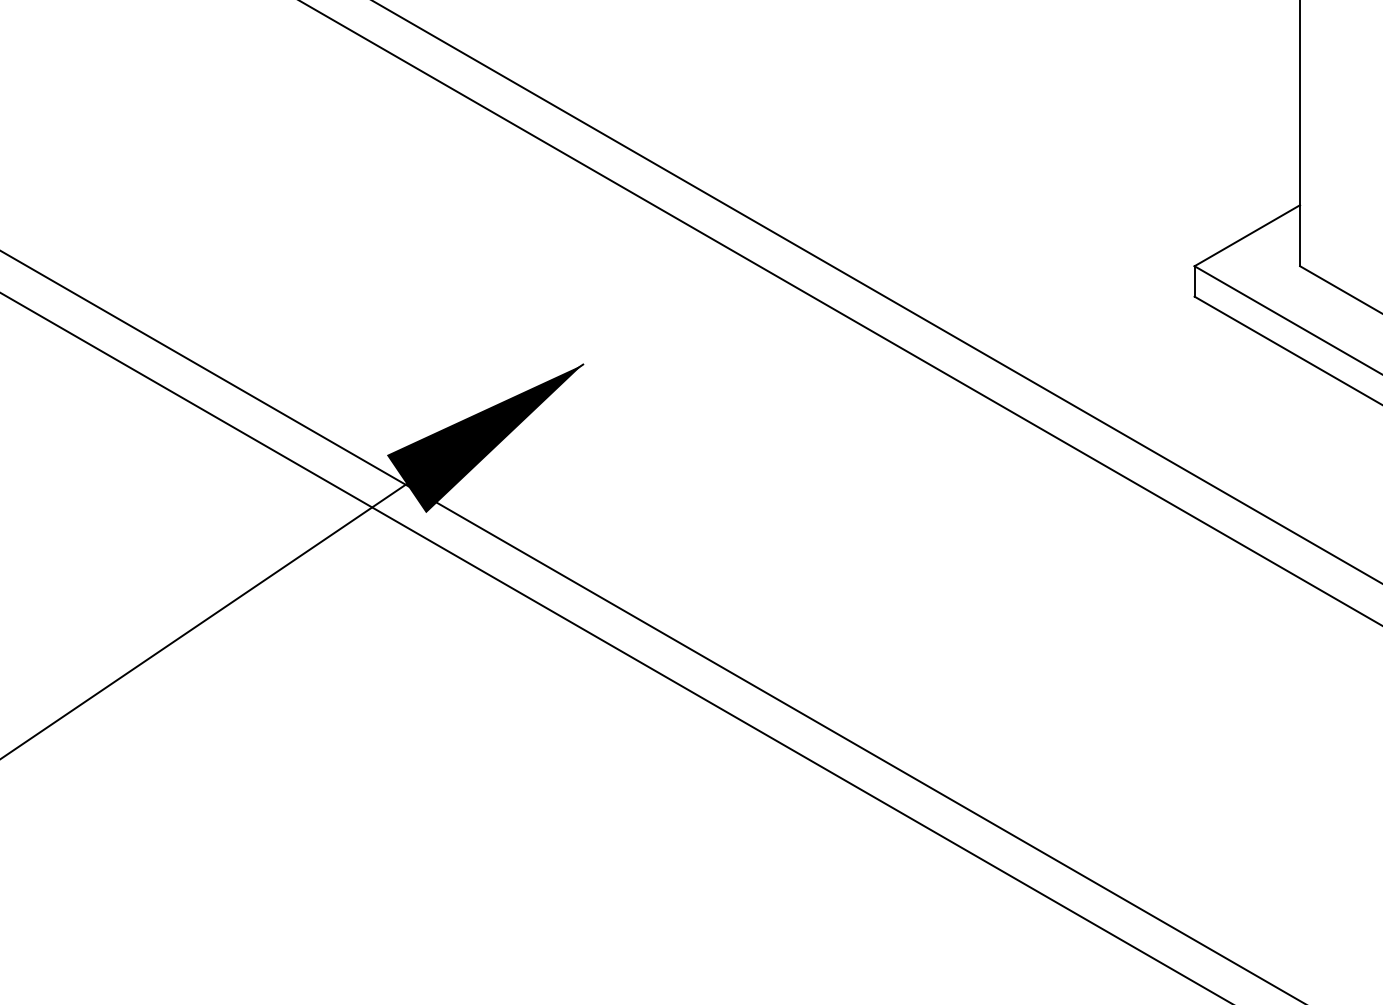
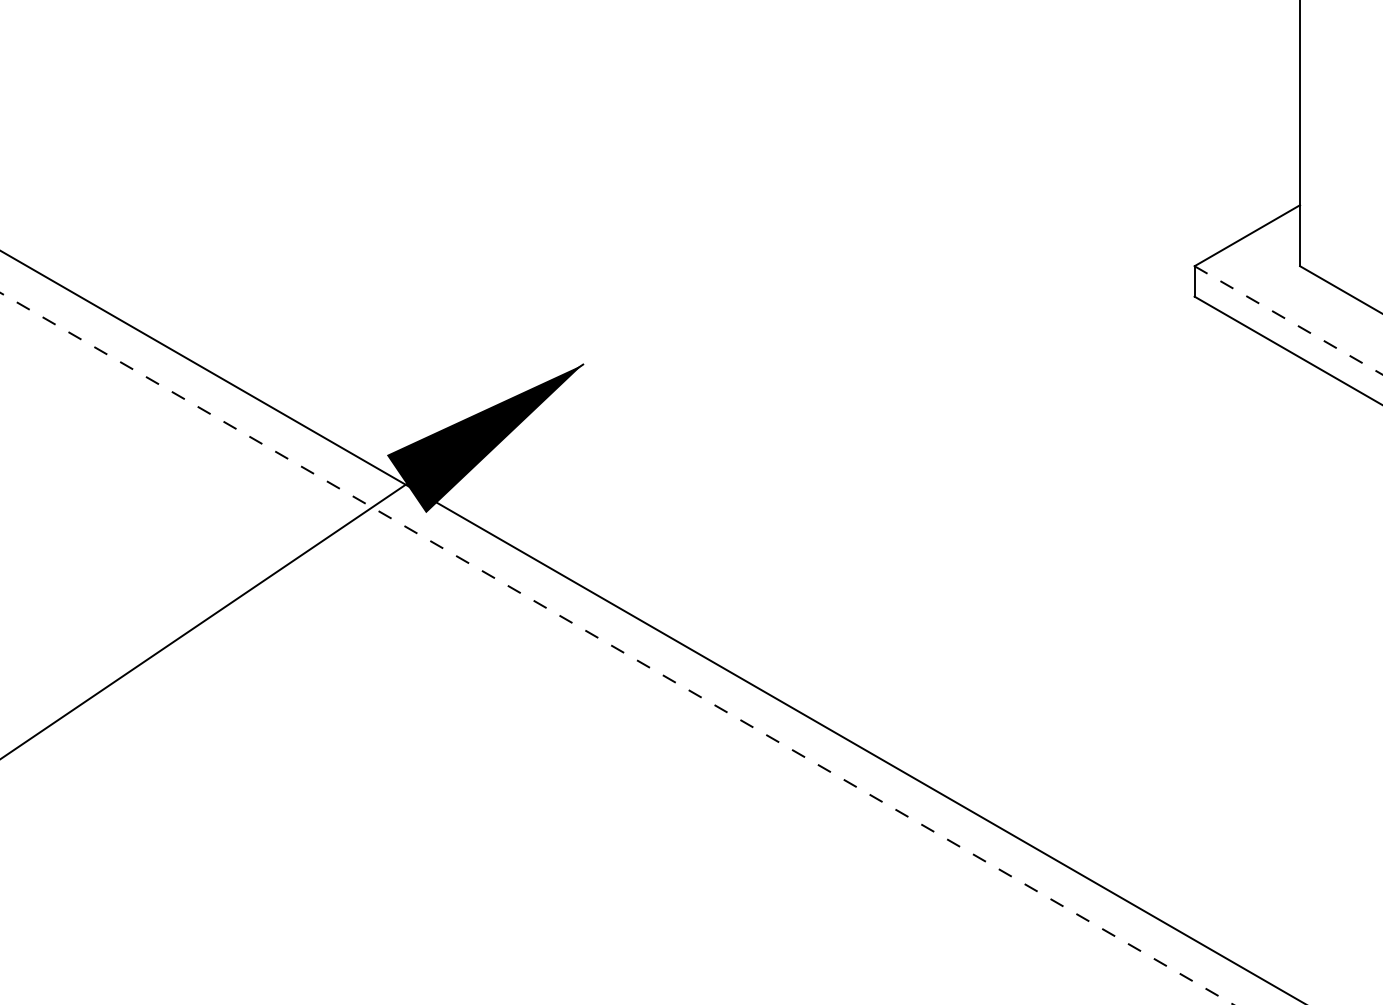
line at (876, 292): present -> none
line at (840, 313): present -> none
line at (1288, 320): solid -> dashed
line at (616, 648): solid -> dashed
